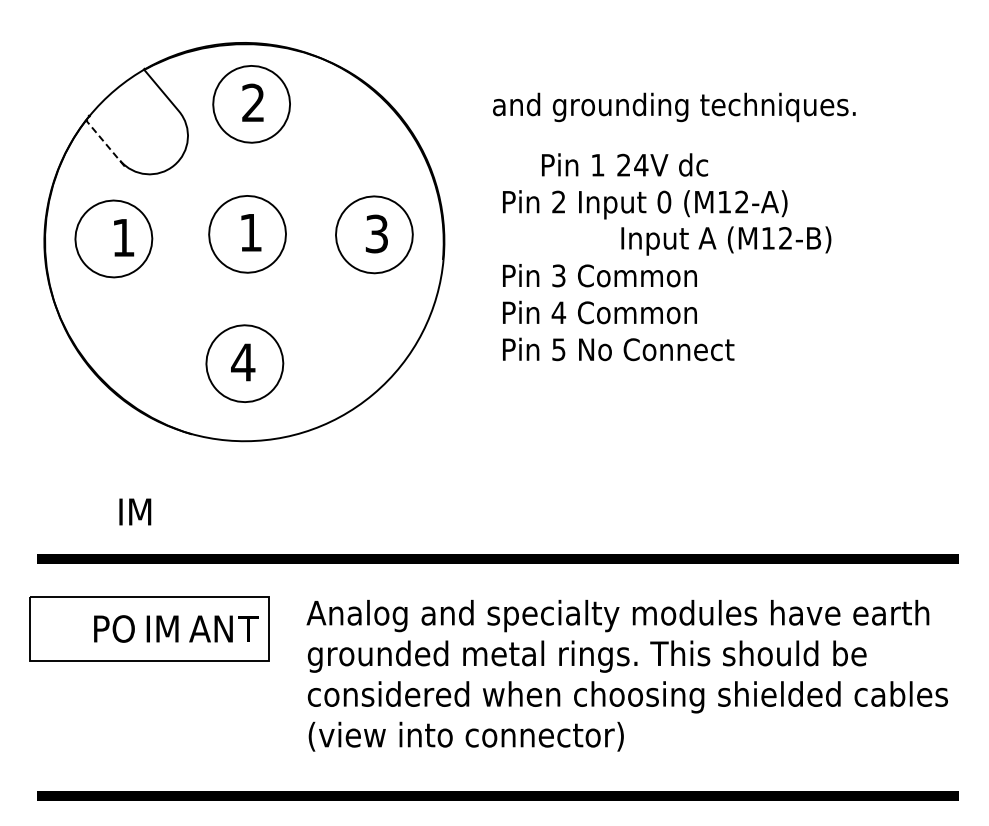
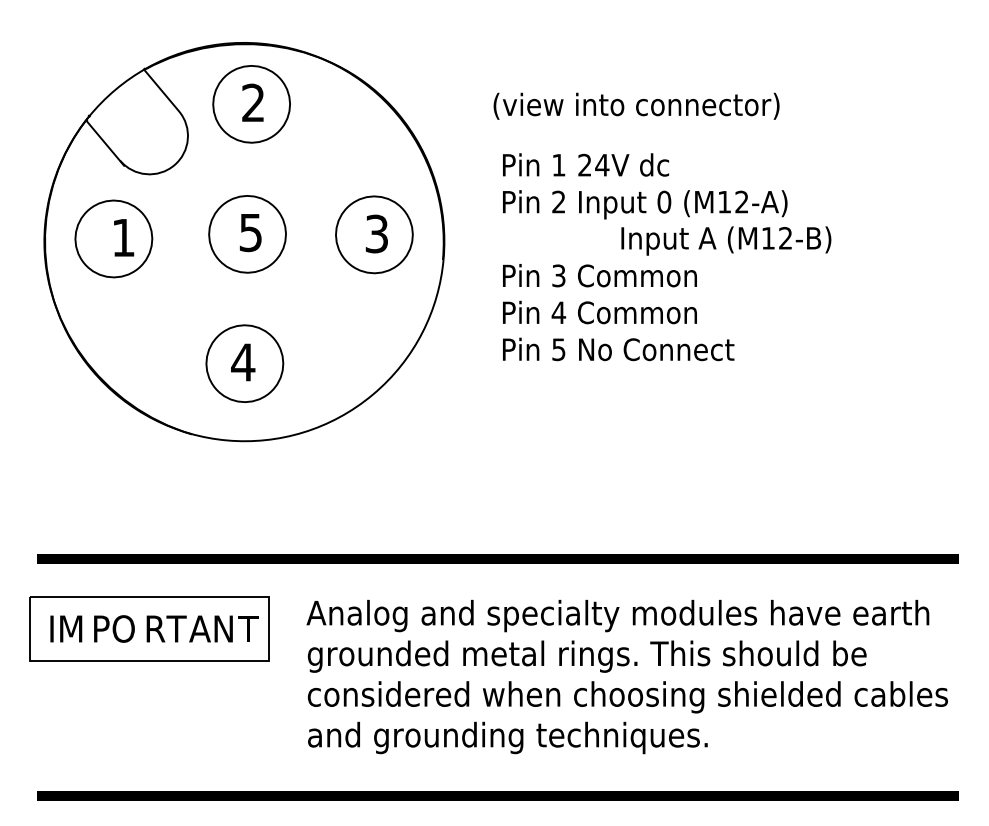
text at (674, 107): and grounding techniques. -> (view into connector)
line at (104, 142): dashed -> solid
text at (624, 164) position: (624, 164) -> (585, 164)
text at (250, 233): 1 -> 5
text at (135, 511) position: (135, 511) -> (66, 628)
text at (168, 628): IM -> RT
text at (507, 737): (view into connector) -> and grounding techniques.
